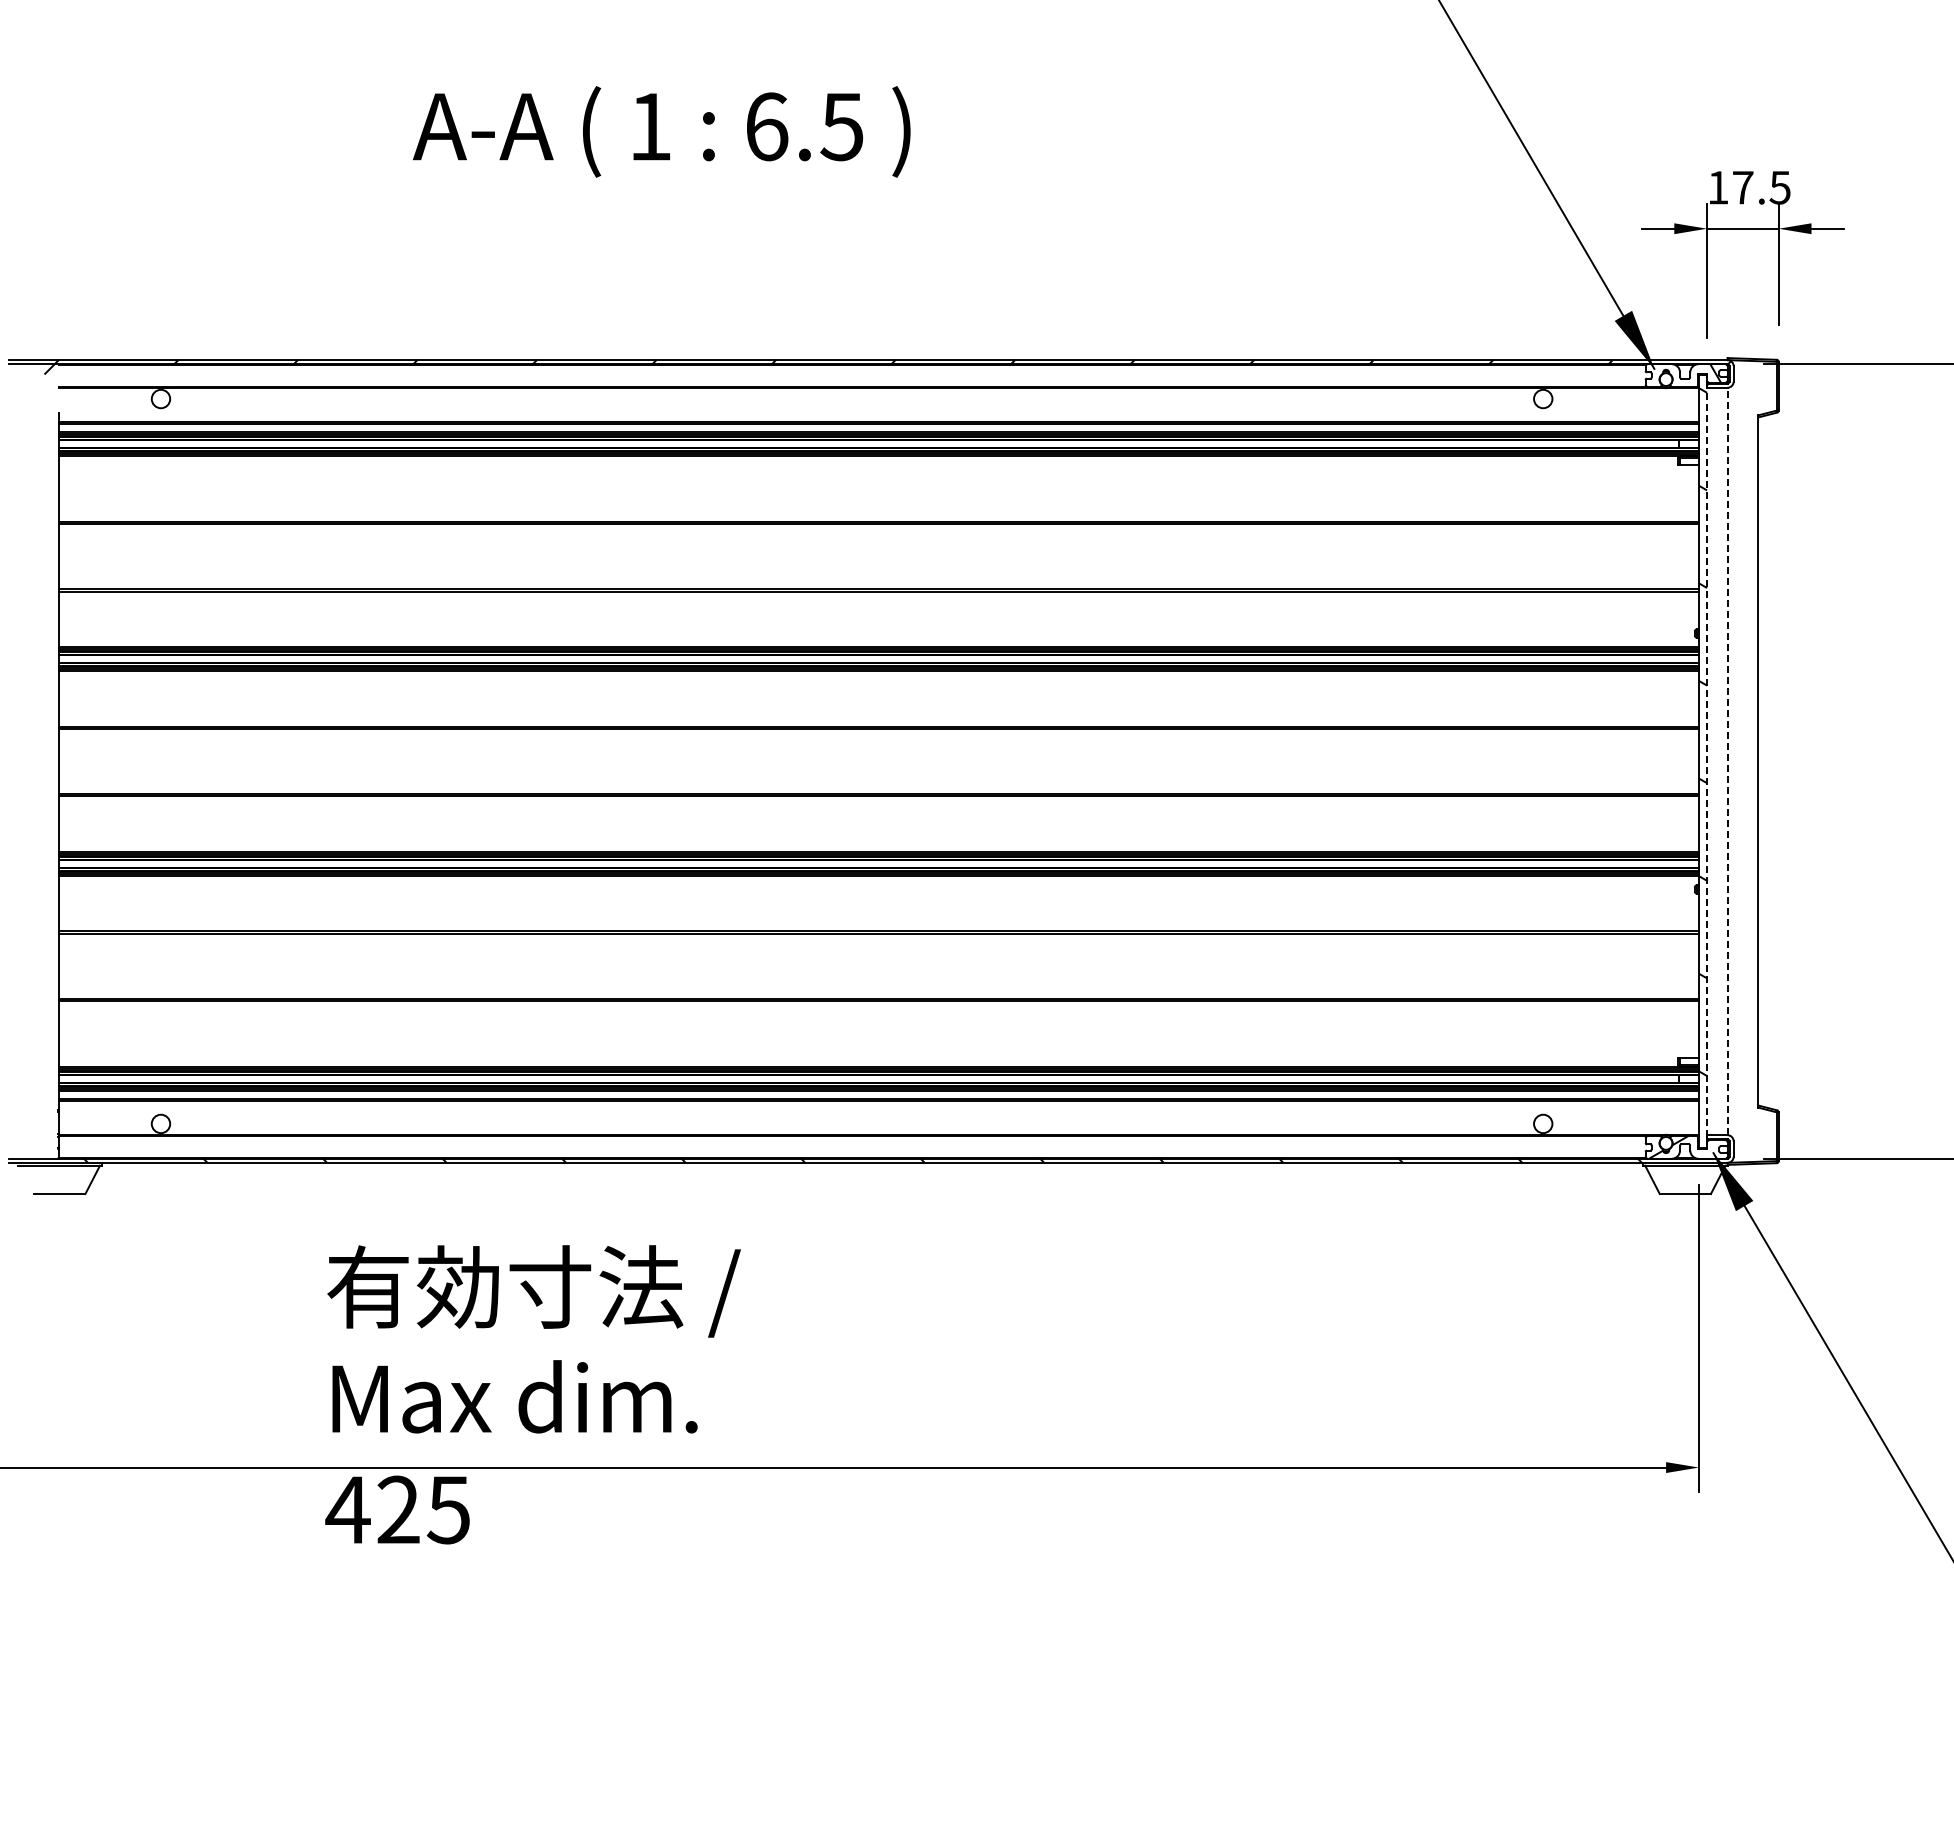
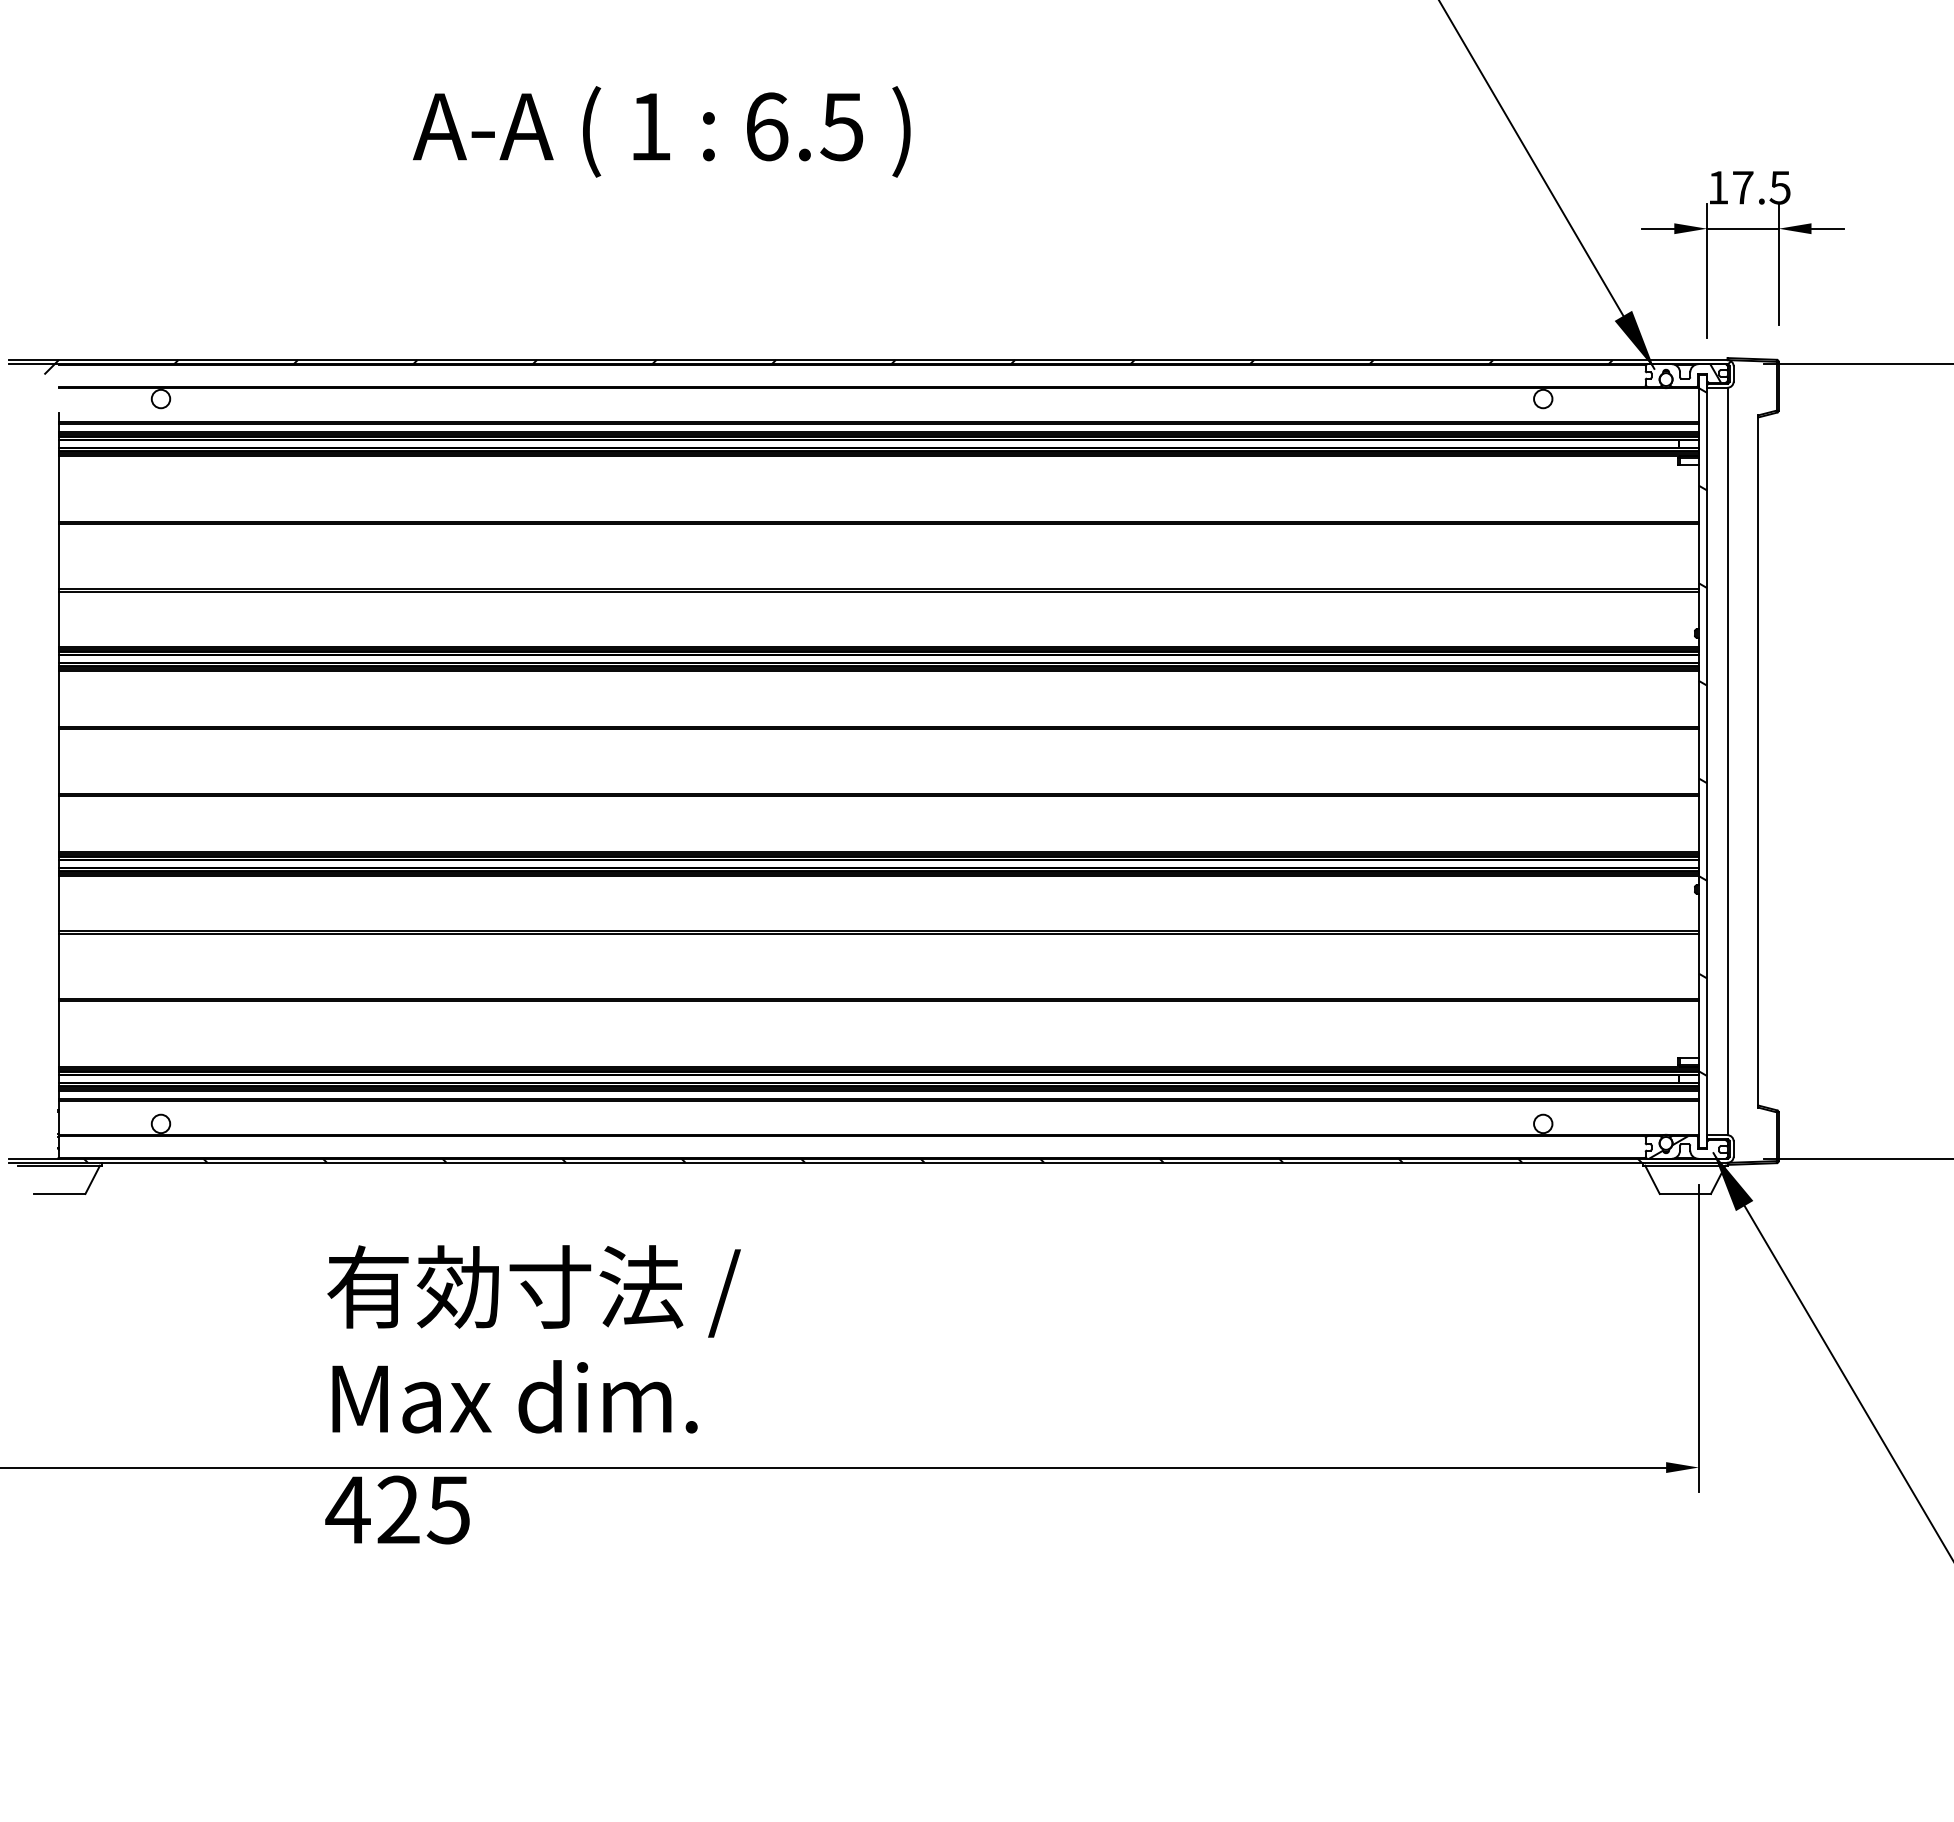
line at (1707, 761): dashed -> solid
line at (1727, 761): dashed -> solid
